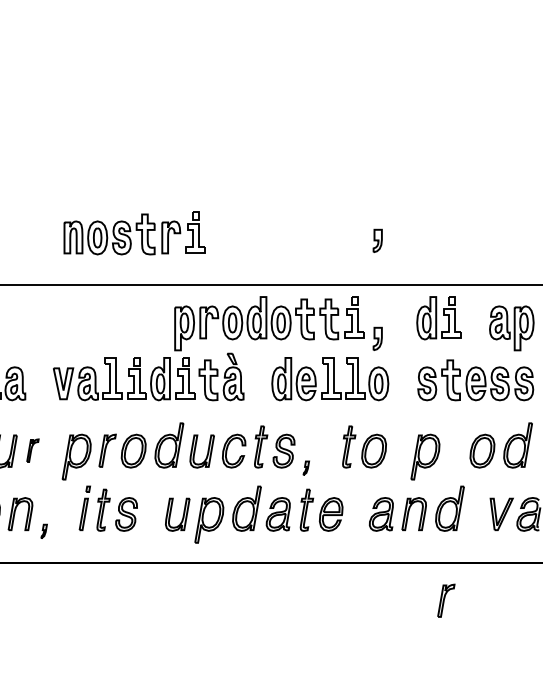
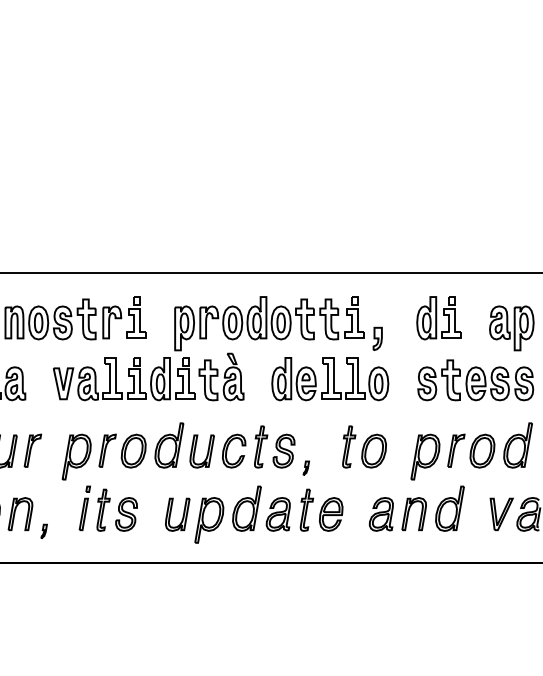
part at (134, 233) position: (134, 233) -> (75, 318)
part at (377, 240): present -> none
line at (270, 284) position: (270, 284) -> (270, 272)
part at (32, 450) size: 14x25 px -> 20x35 px
part at (446, 600) position: (446, 600) -> (456, 450)
